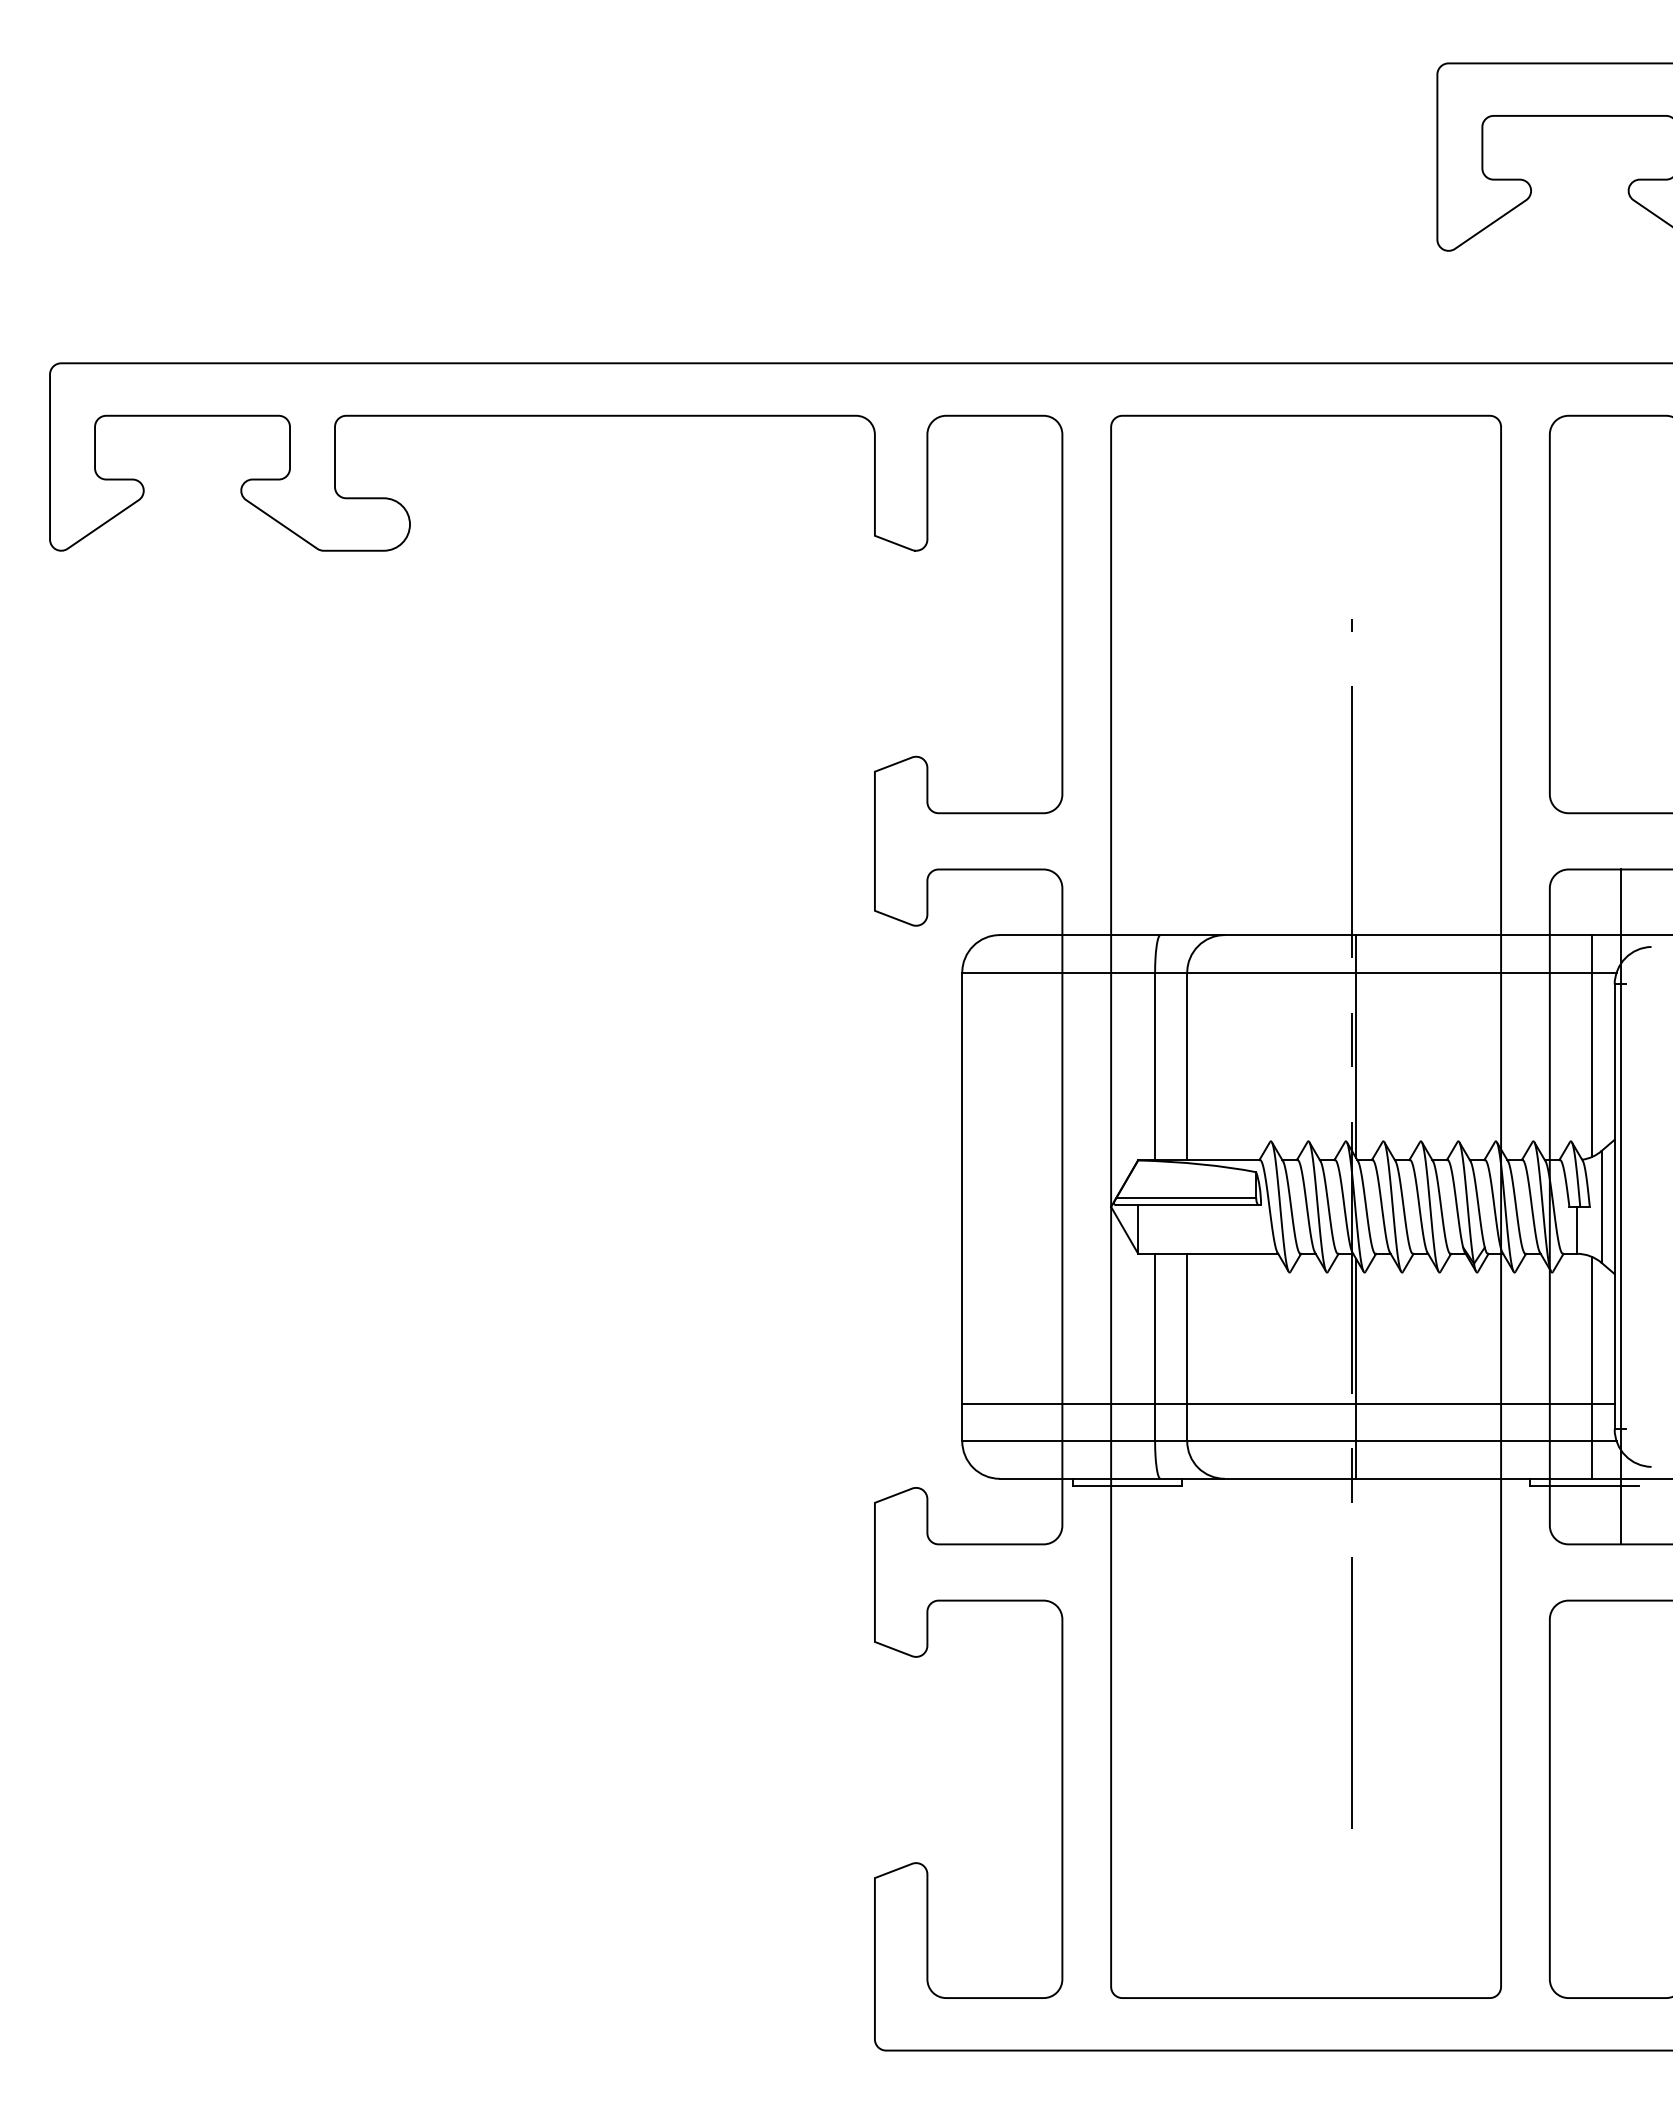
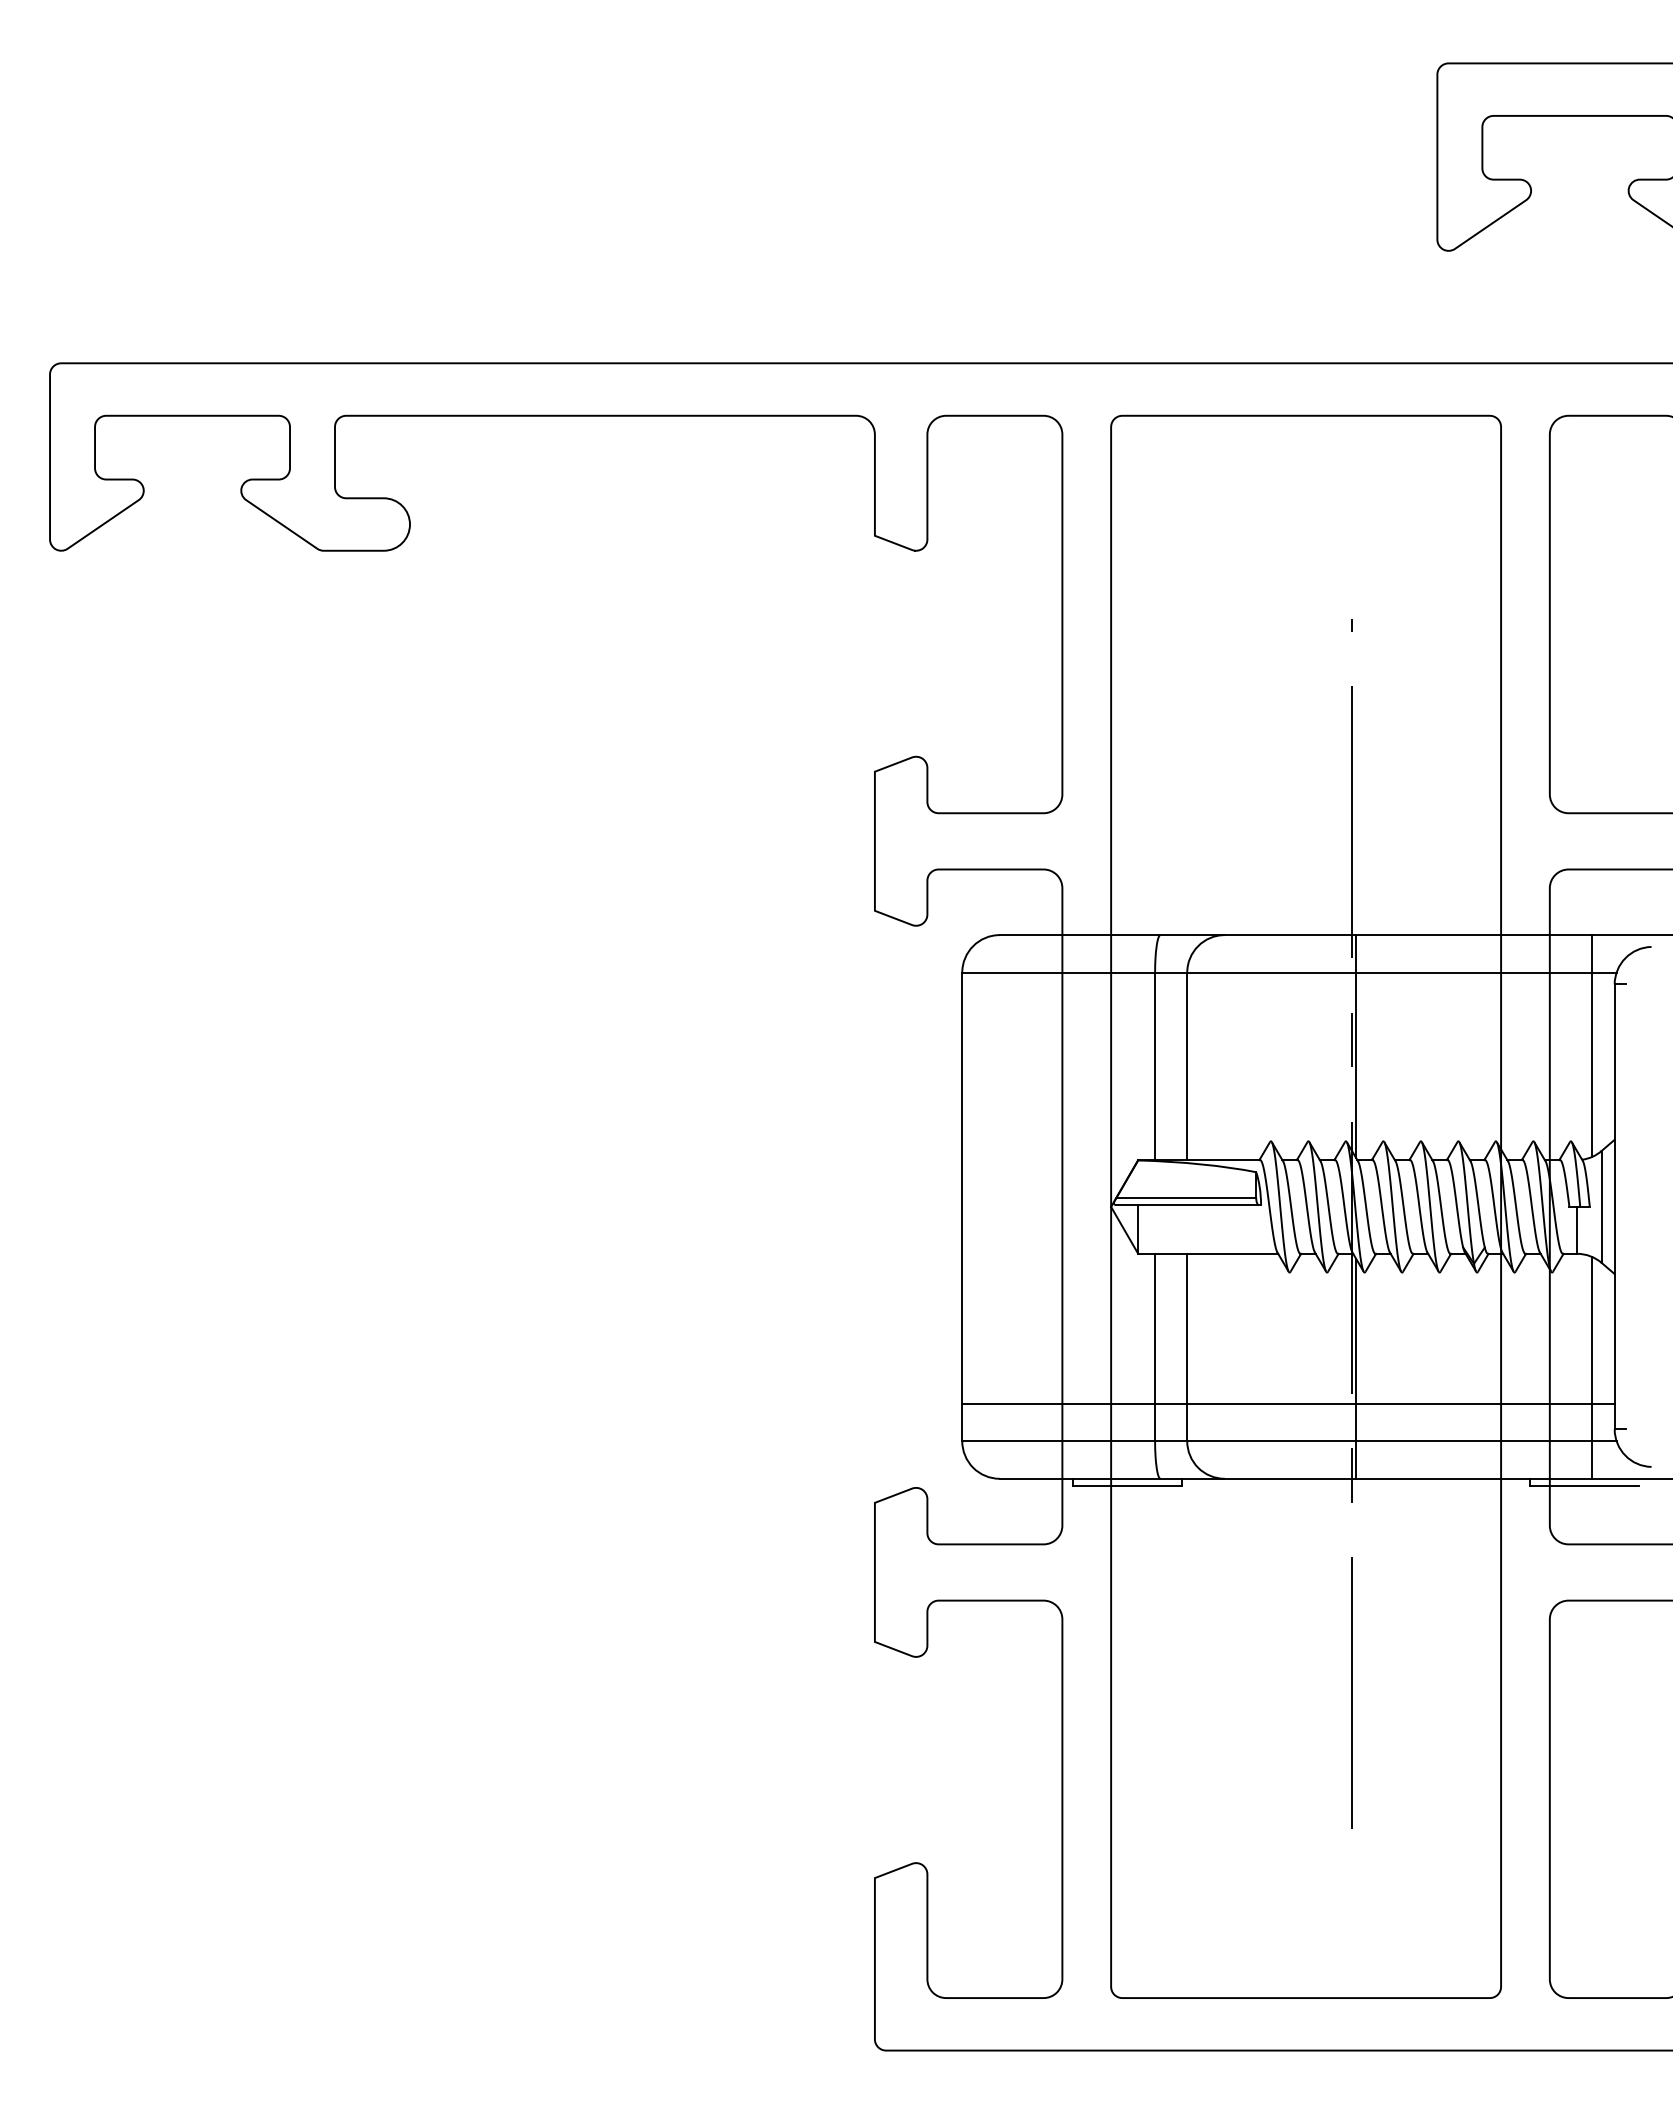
line at (1621, 1206): present -> none
